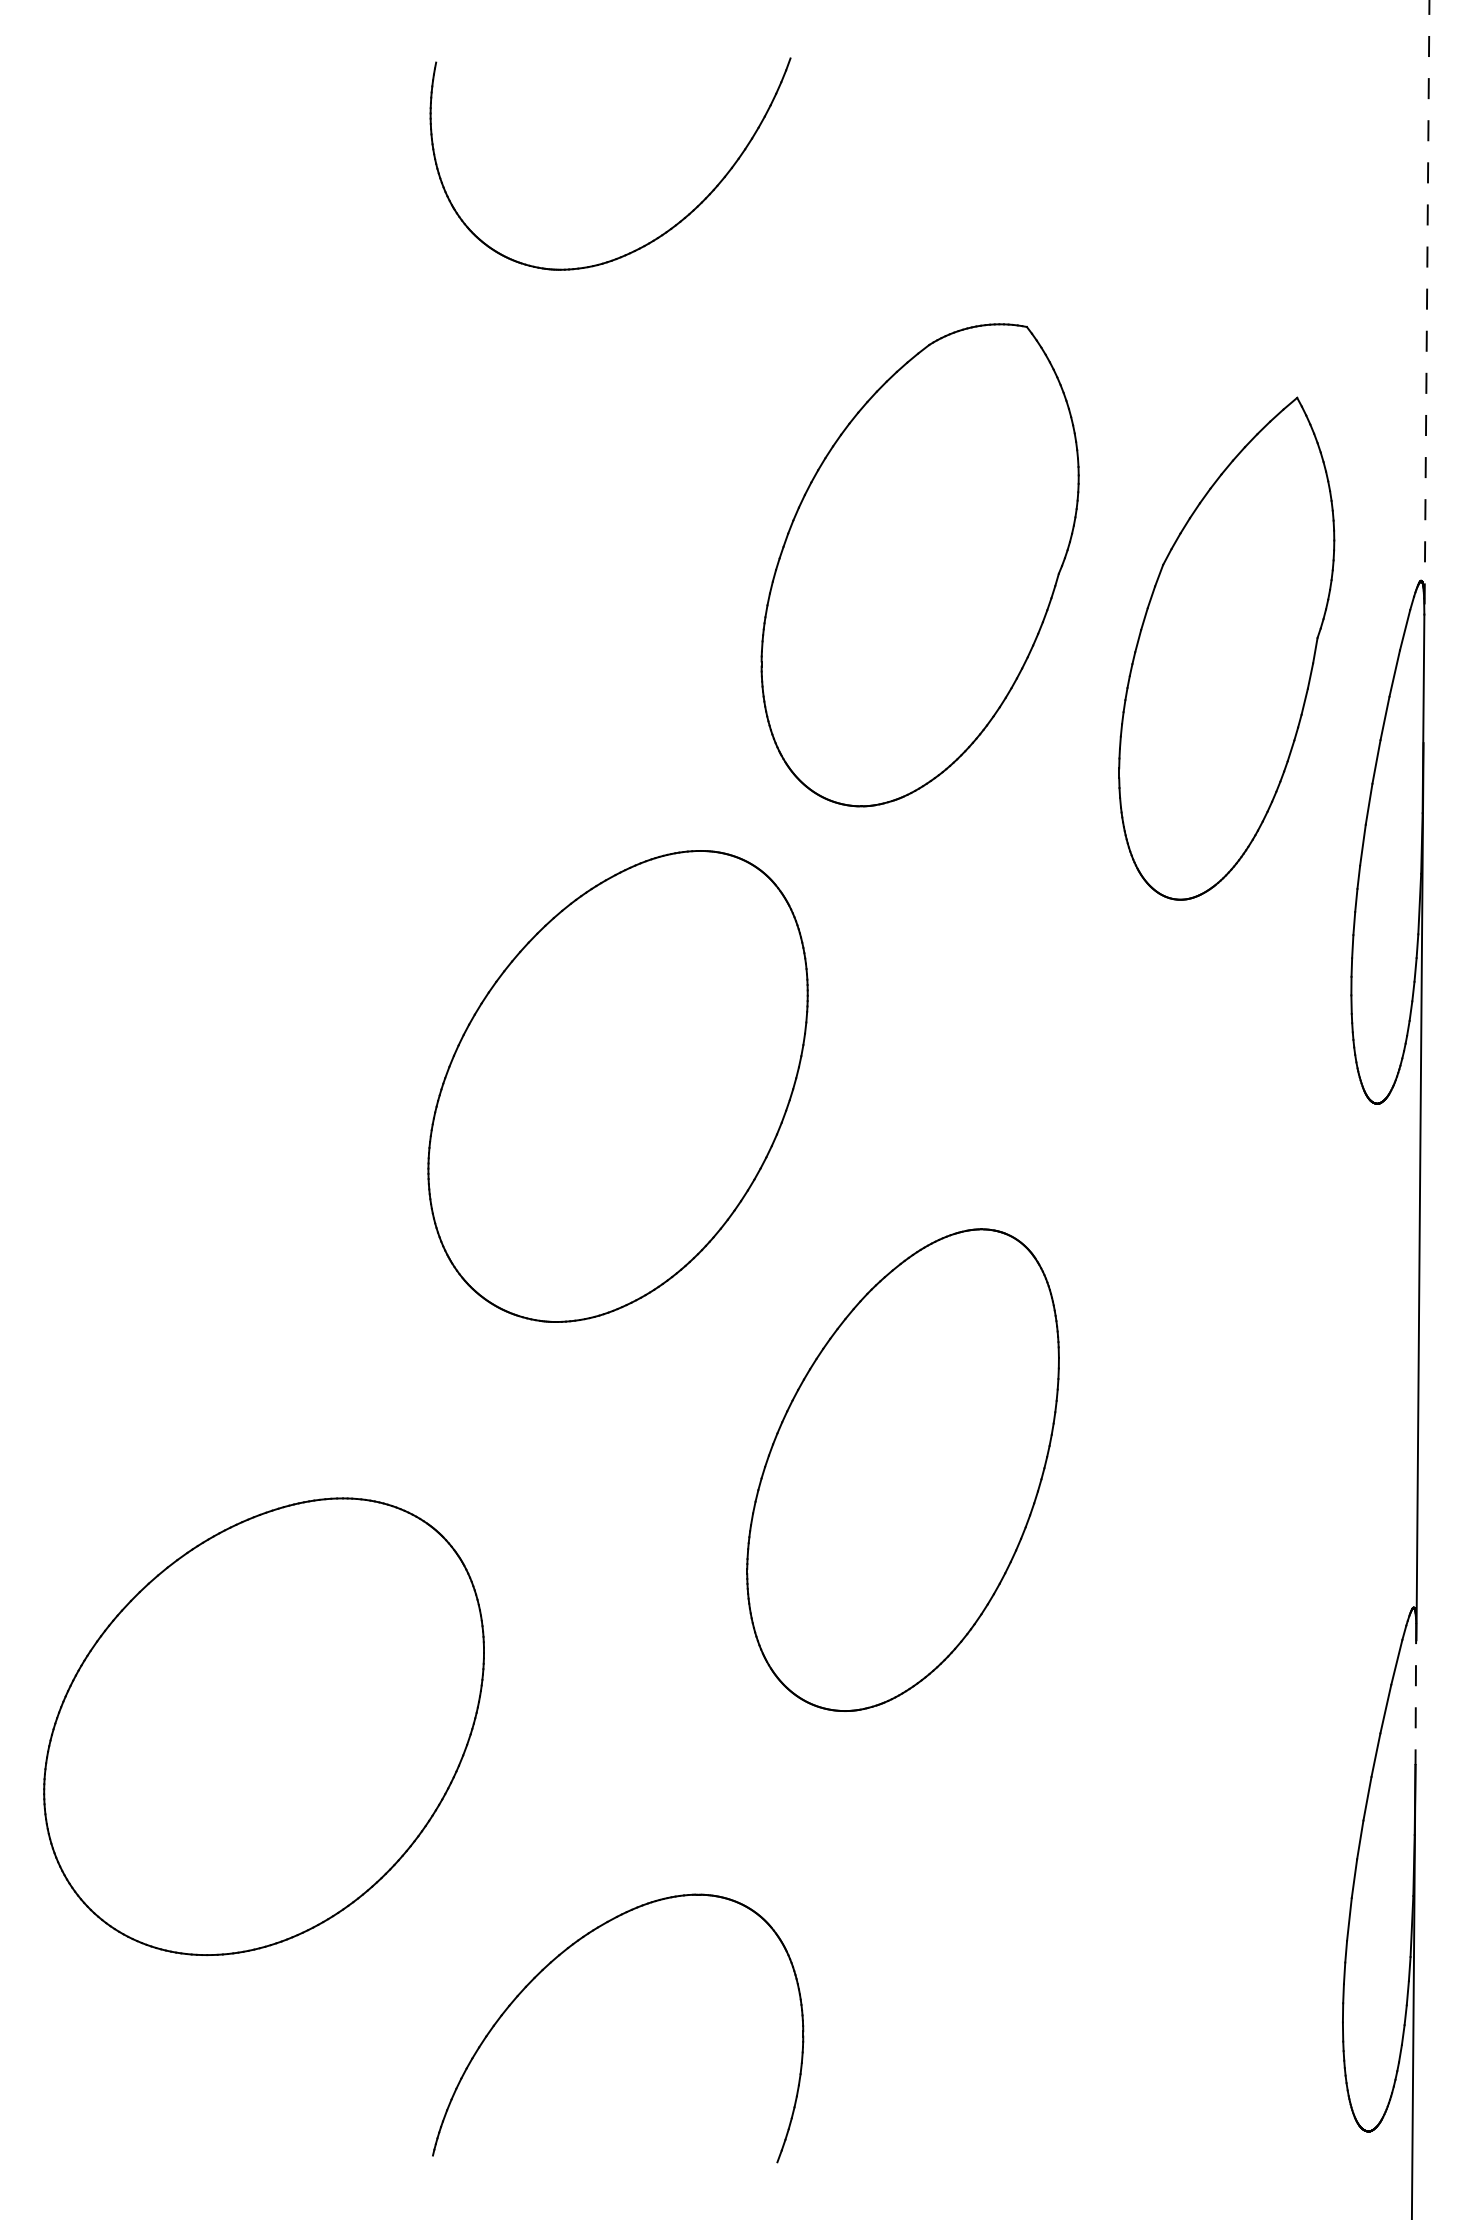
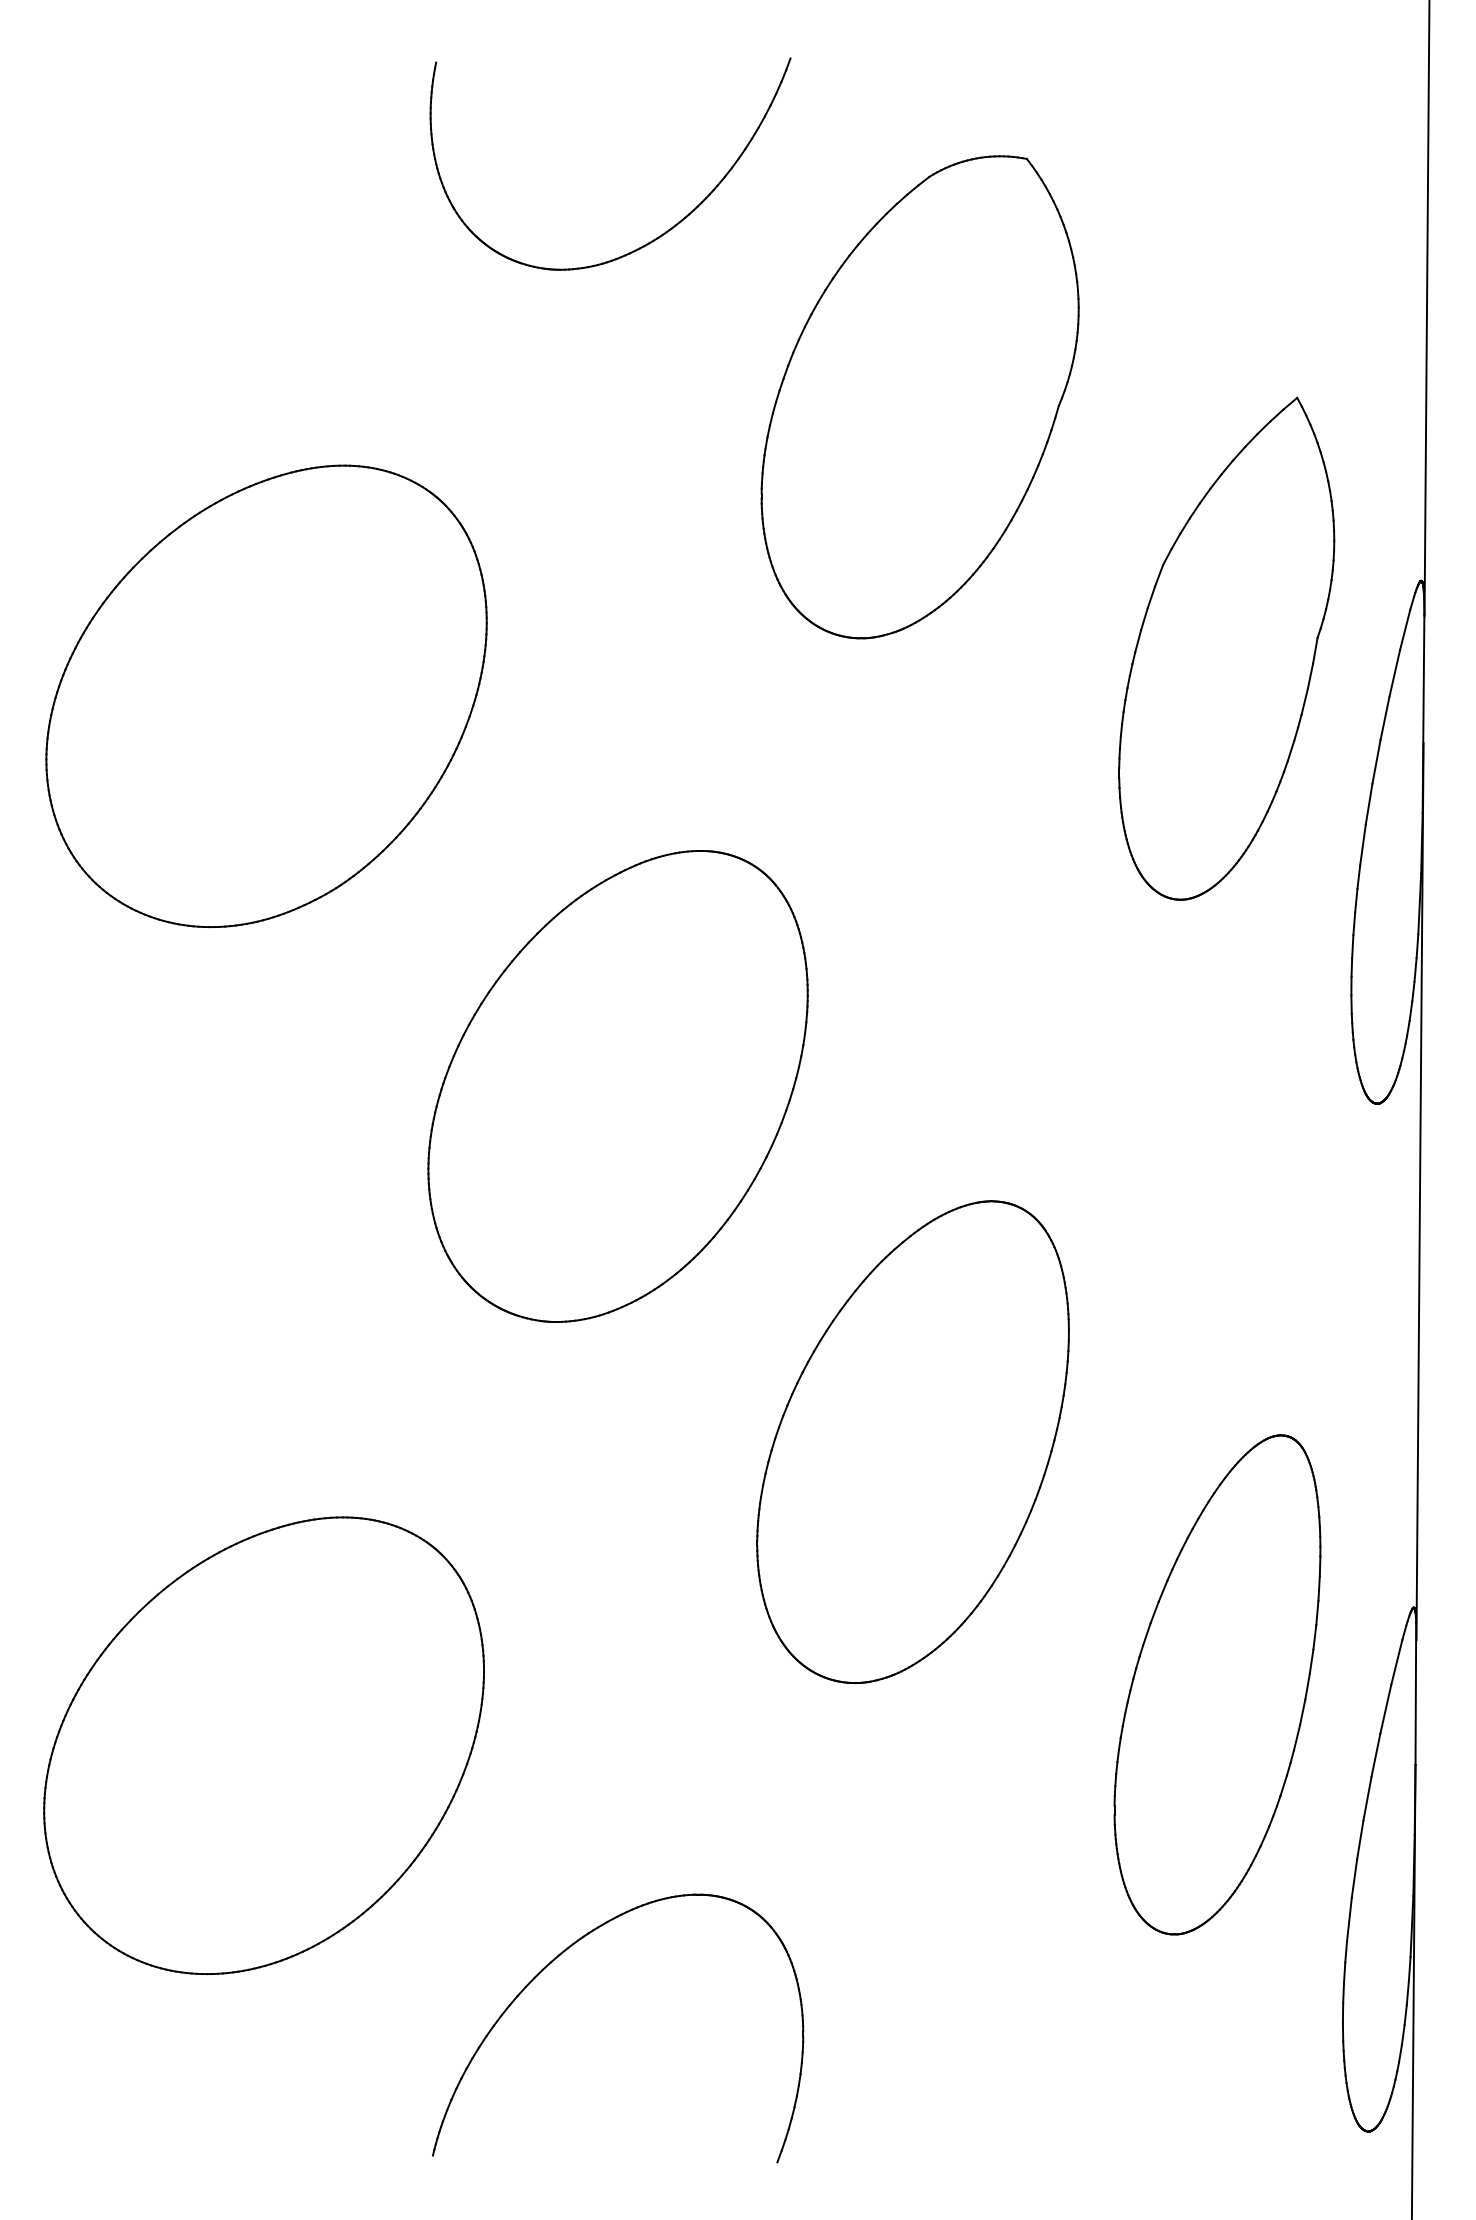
line at (1426, 308): dashed -> solid
part at (919, 565) position: (919, 565) -> (919, 397)
part at (266, 696): none -> present
part at (902, 1469) position: (902, 1469) -> (912, 1441)
part at (1217, 1684): none -> present
line at (1415, 1694): dashed -> solid
part at (263, 1726) position: (263, 1726) -> (263, 1745)
